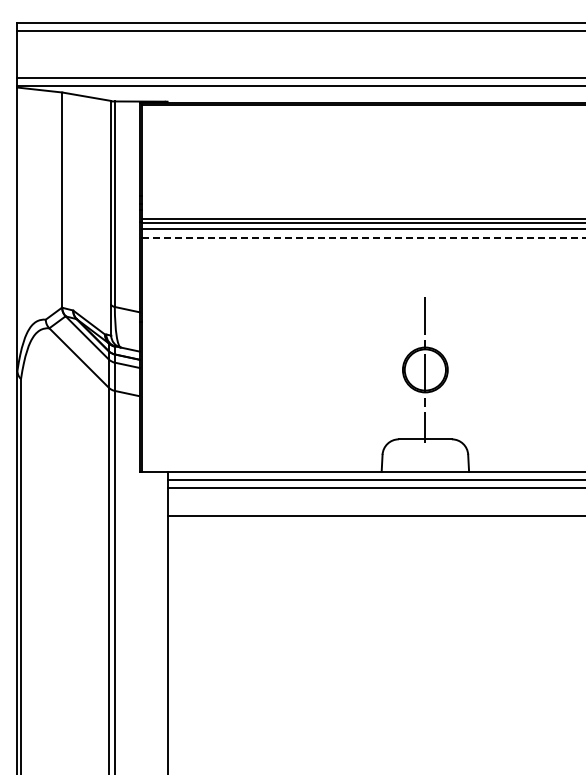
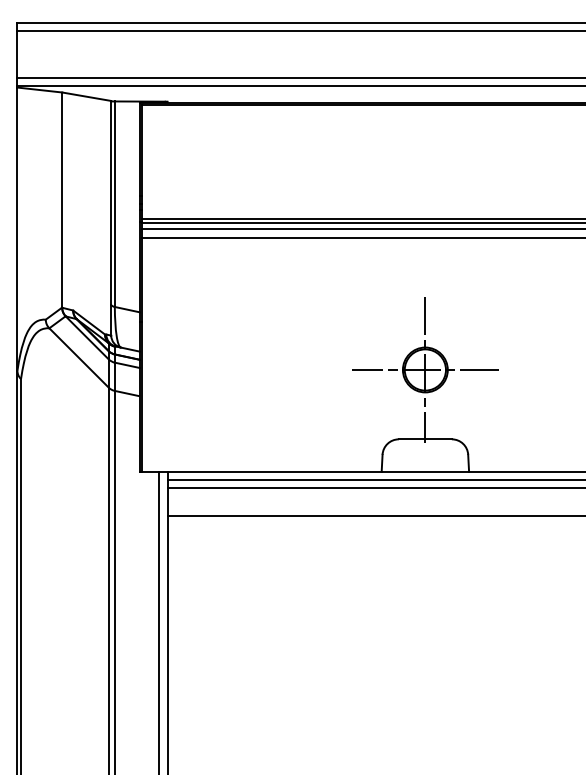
line at (363, 237): dashed -> solid
line at (424, 369): none -> present
line at (158, 621): none -> present
